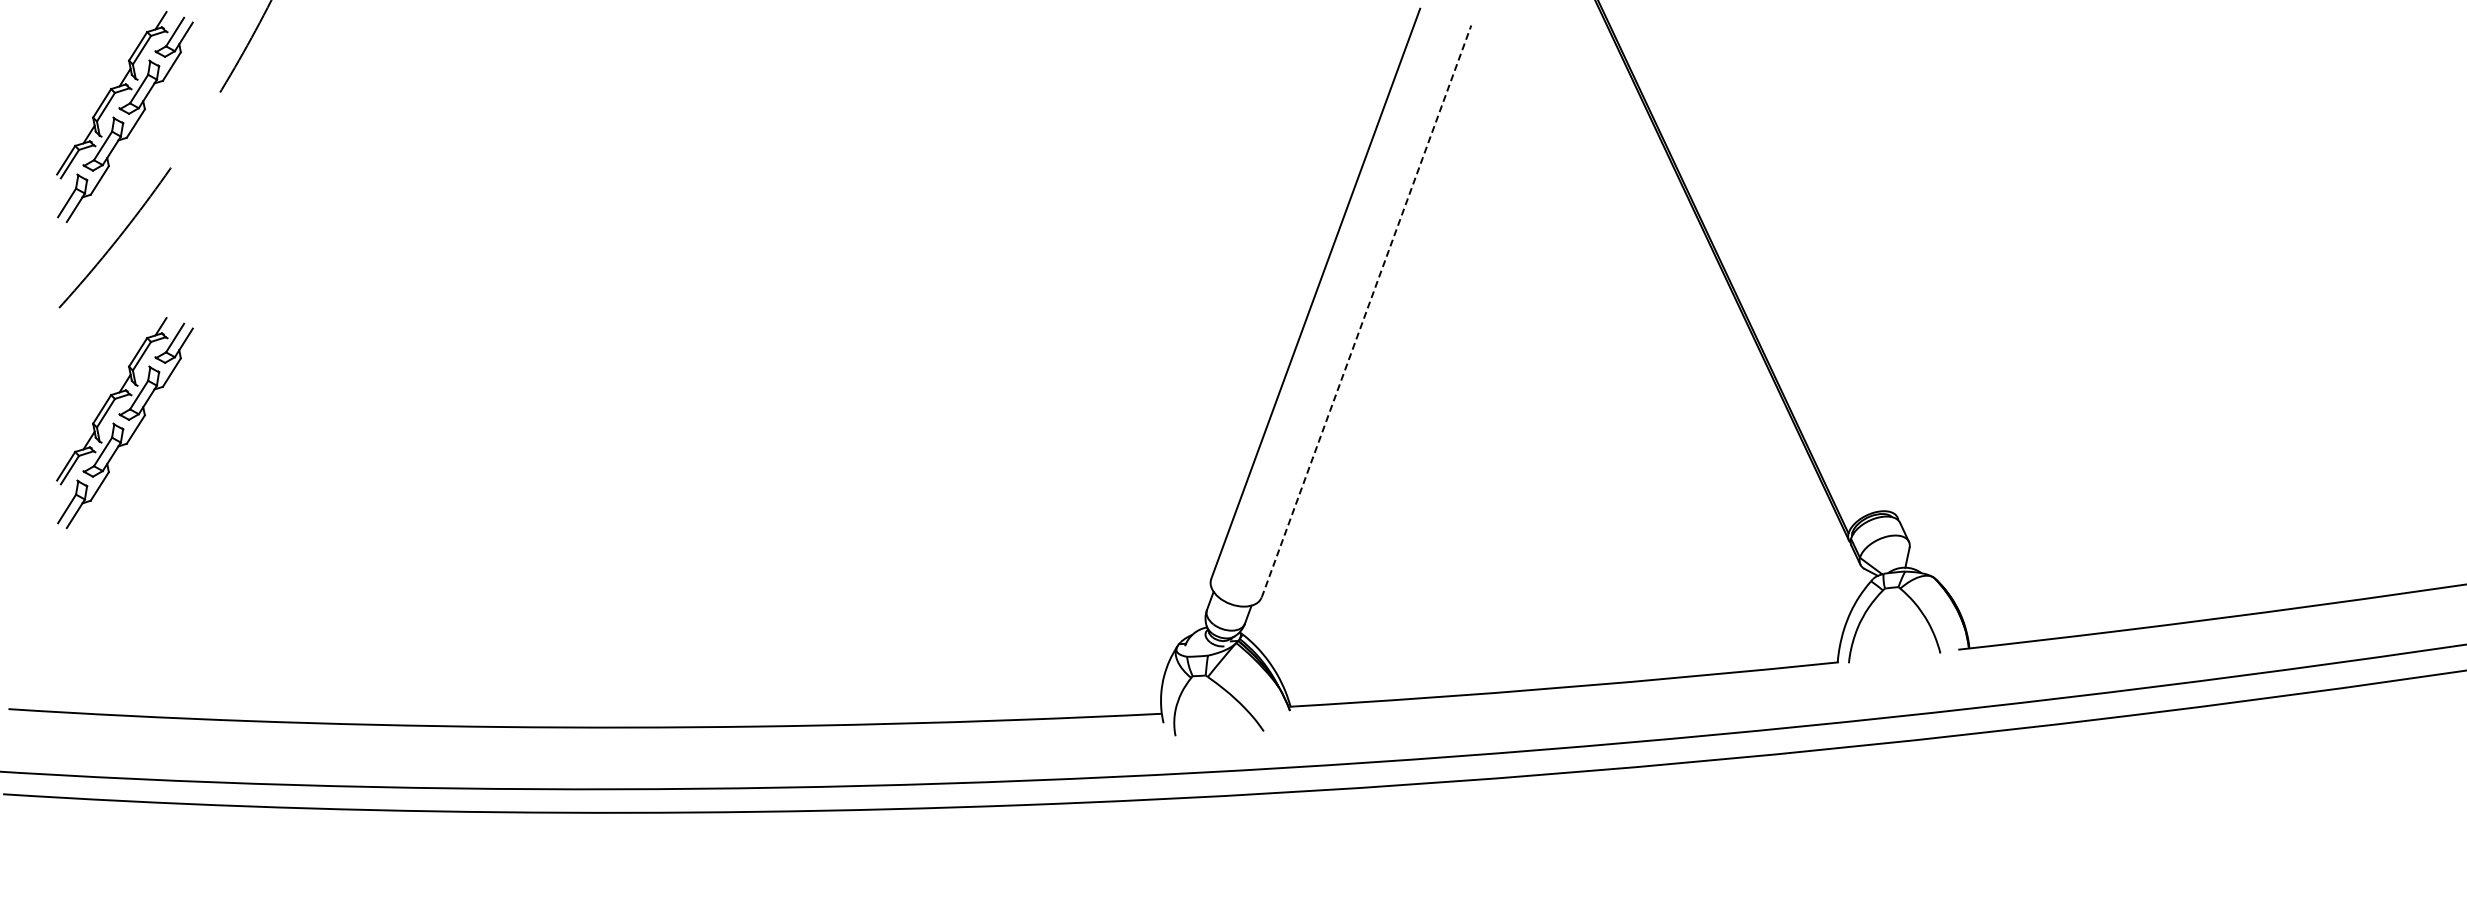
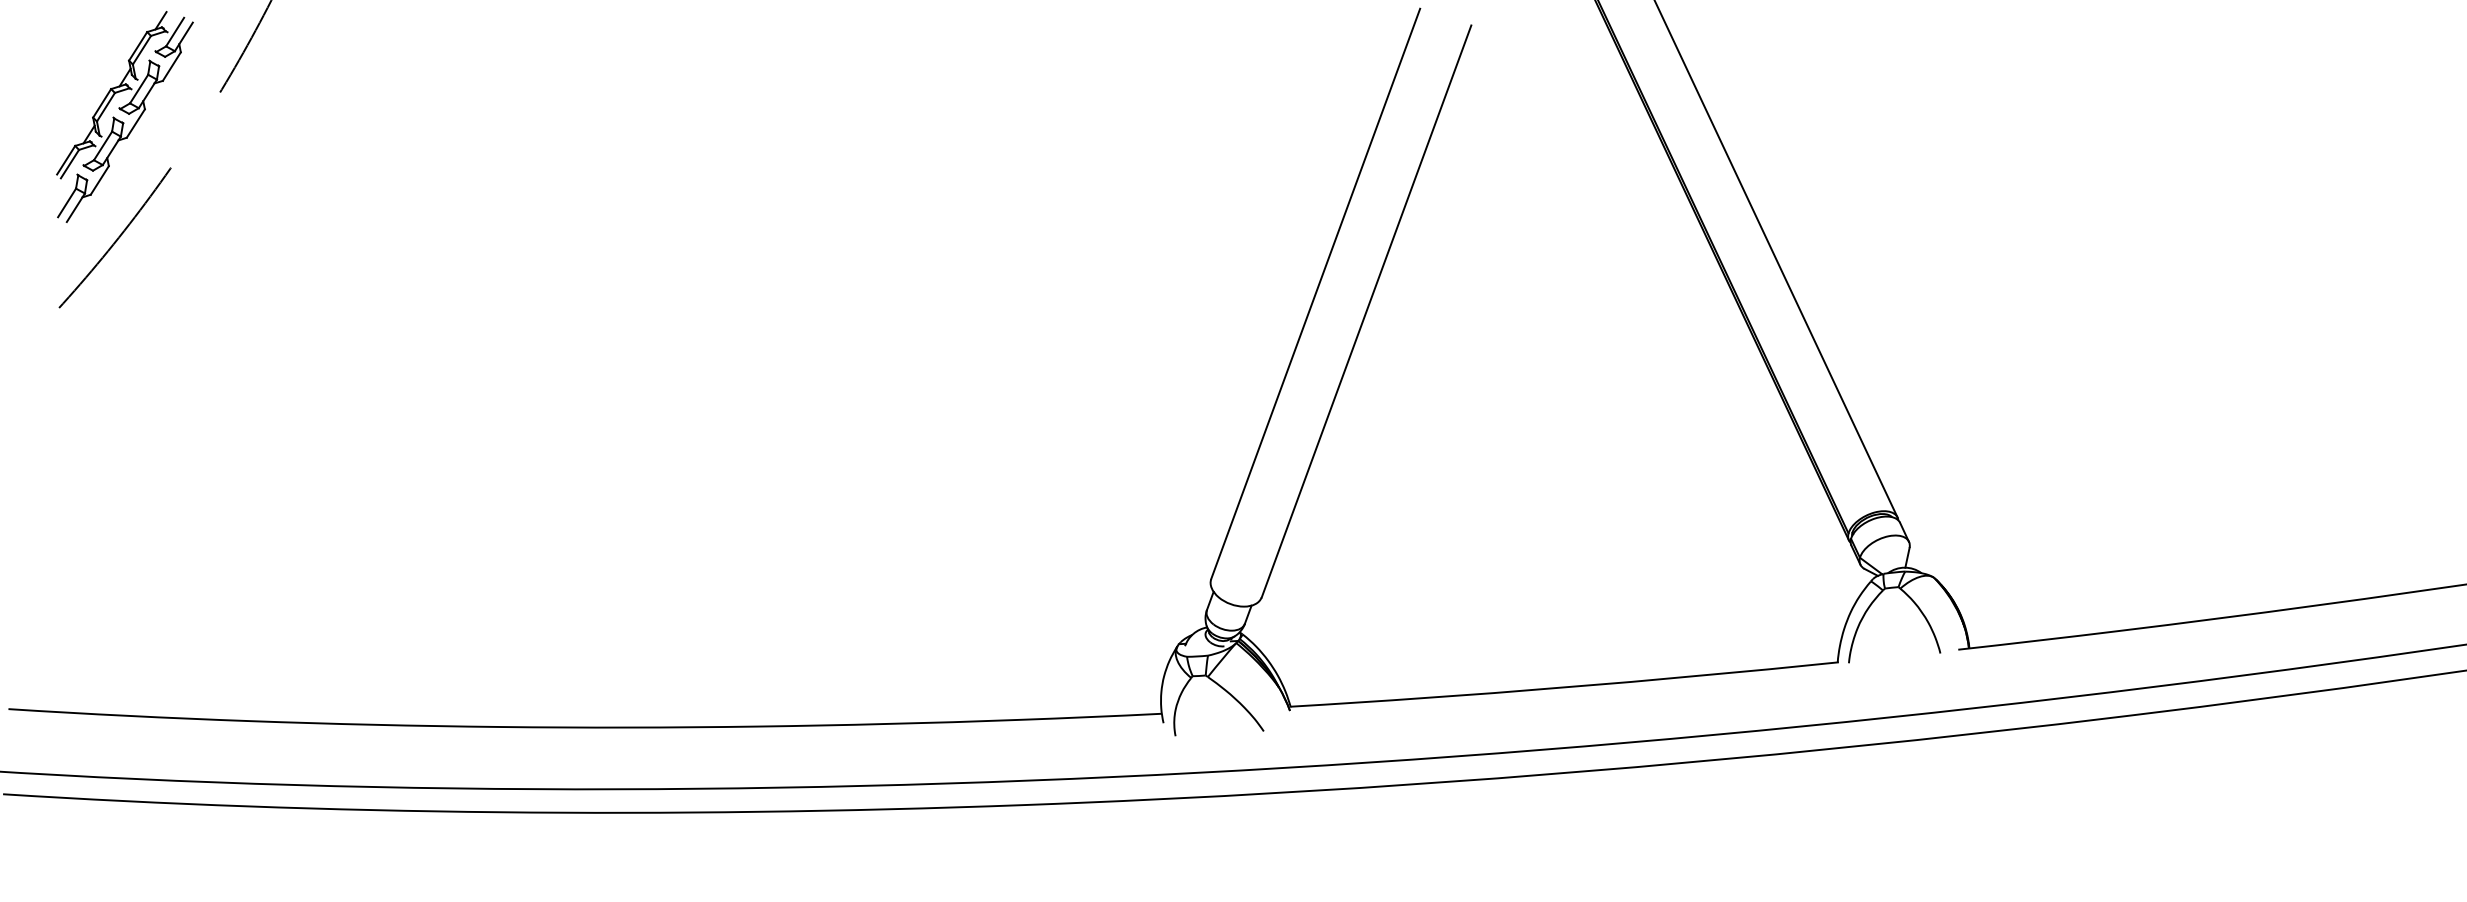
line at (1776, 259): none -> present
line at (1366, 311): dashed -> solid
part at (124, 422): present -> none
